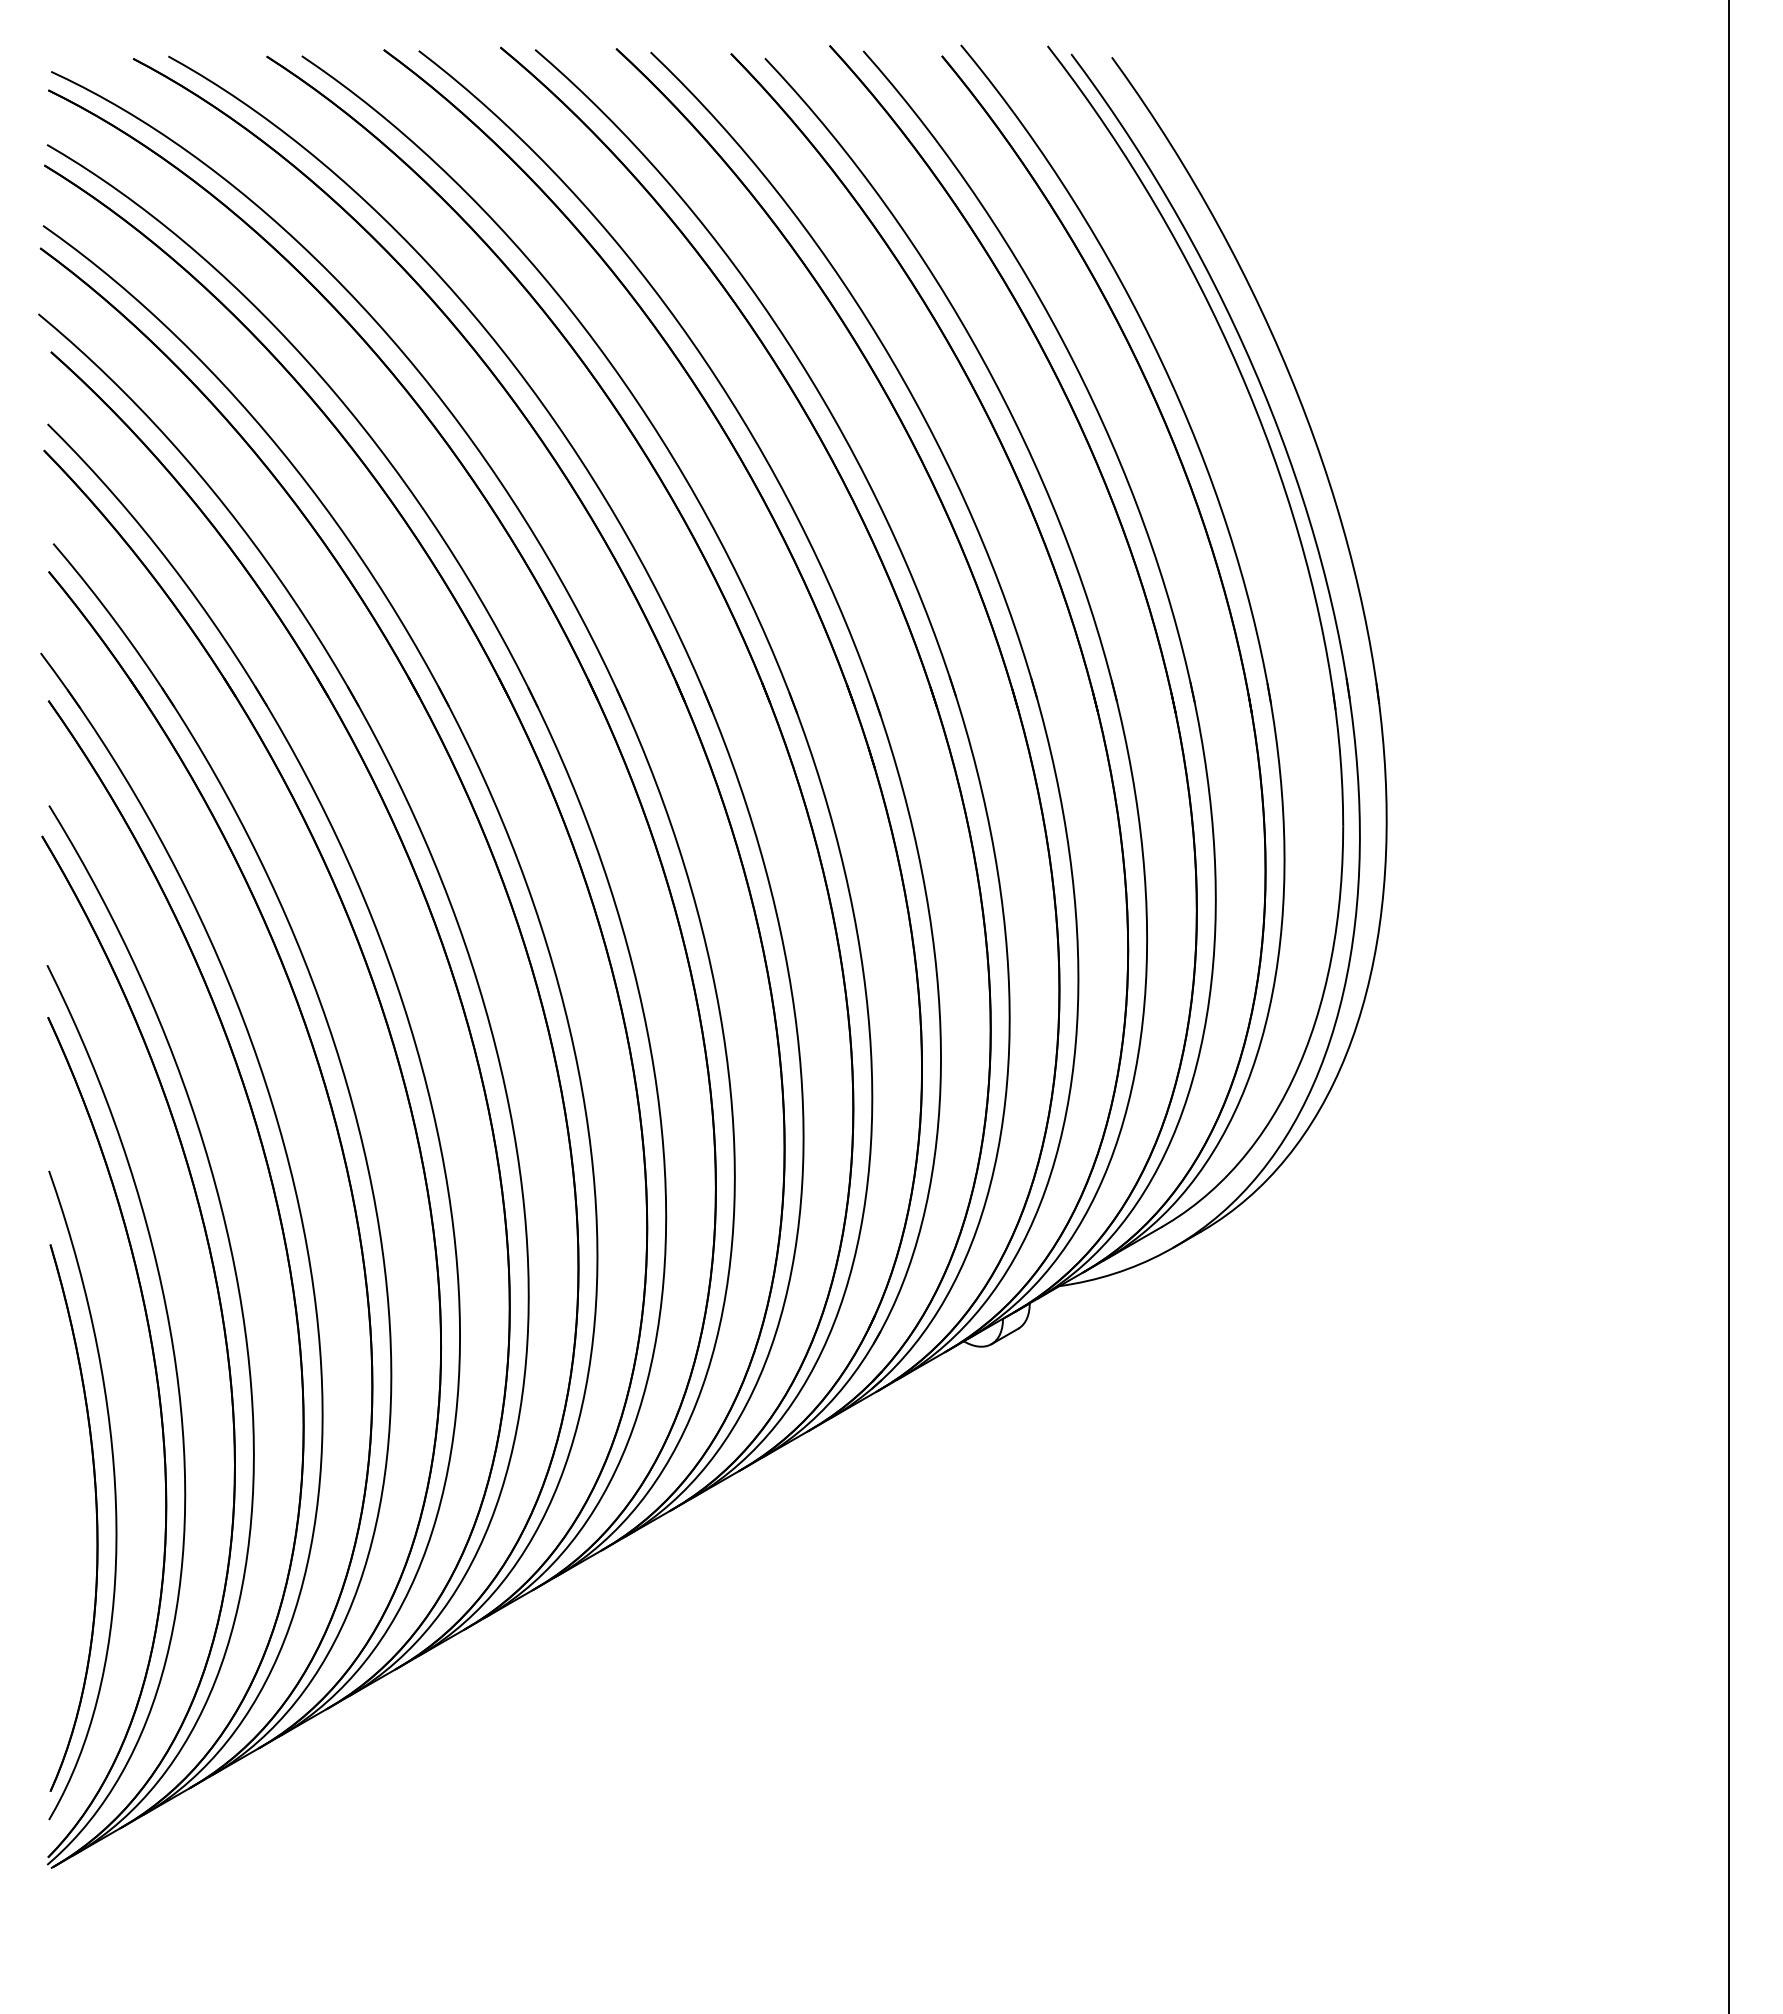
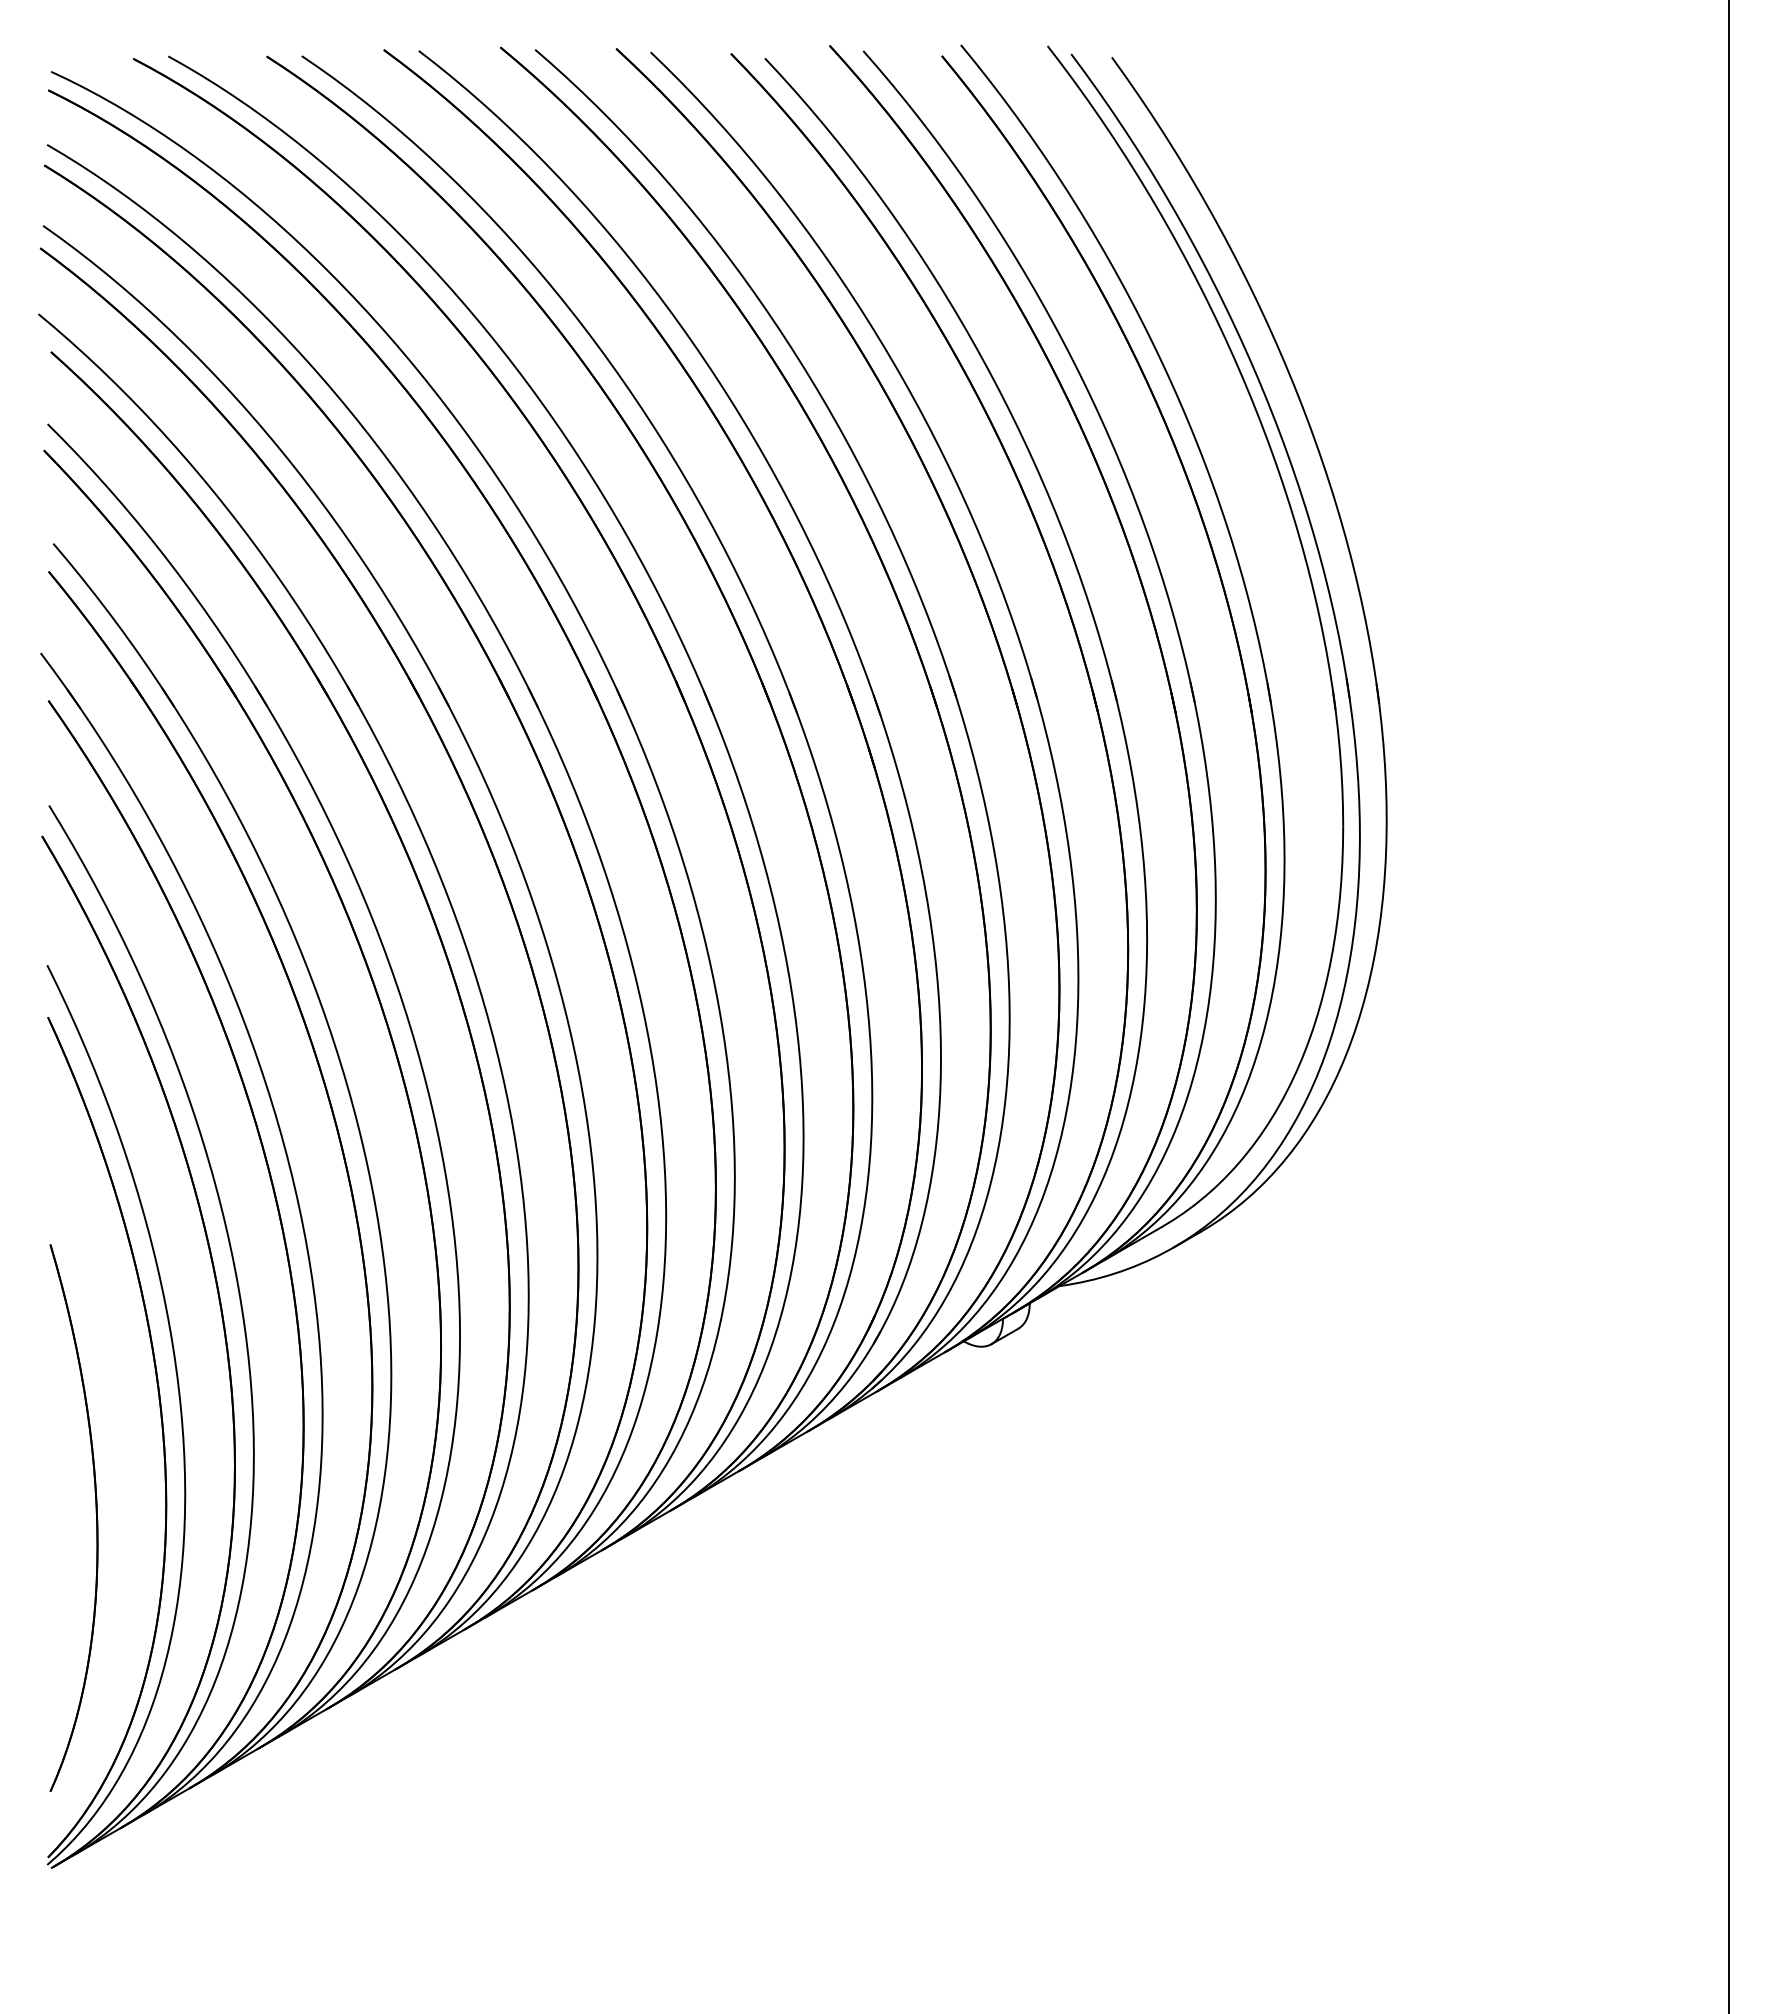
curve at (114, 1495): present -> none
